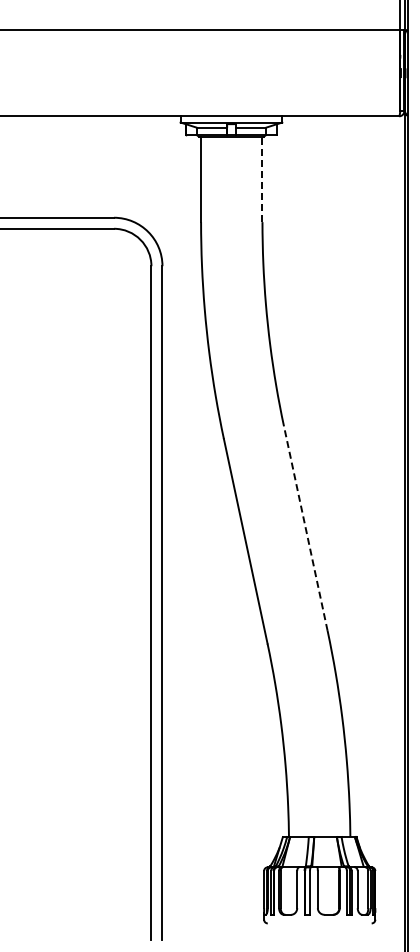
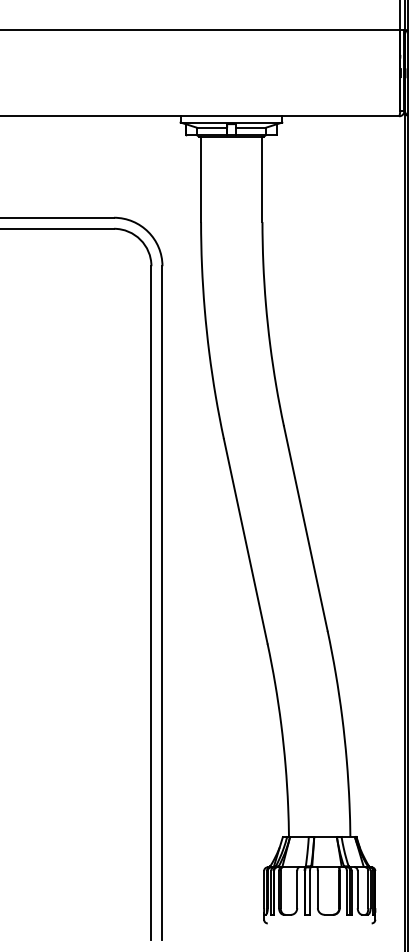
line at (262, 179): dashed -> solid
line at (305, 528): dashed -> solid
